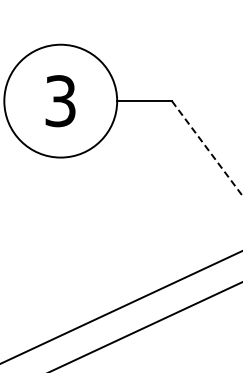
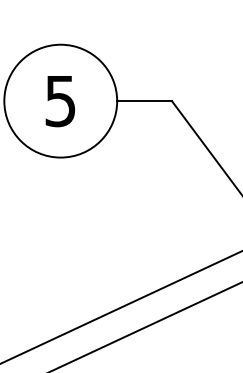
text at (60, 100): 3 -> 5
line at (207, 149): dashed -> solid
